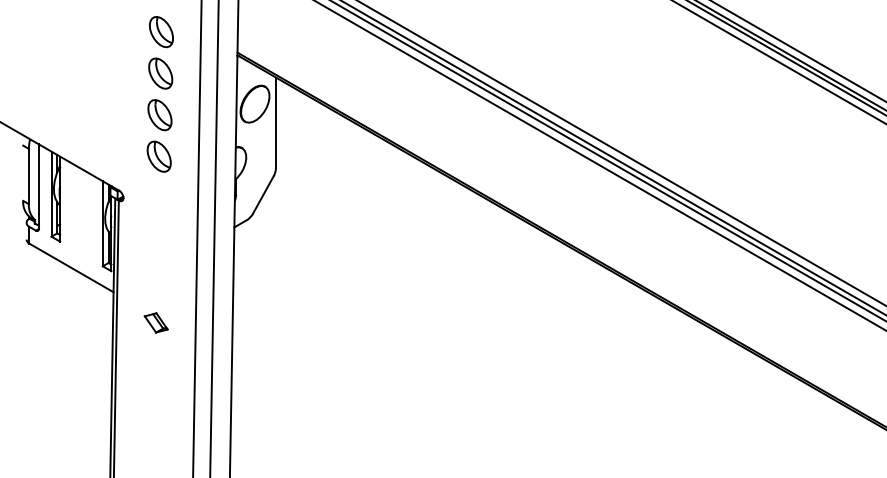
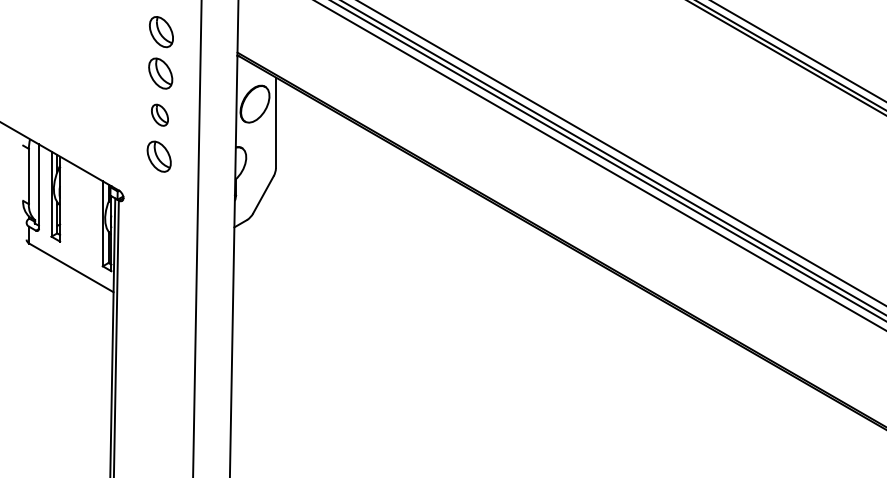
line at (779, 62): present -> none
part at (159, 115) size: 26x33 px -> 18x24 px
line at (214, 238): present -> none
part at (155, 322): present -> none
